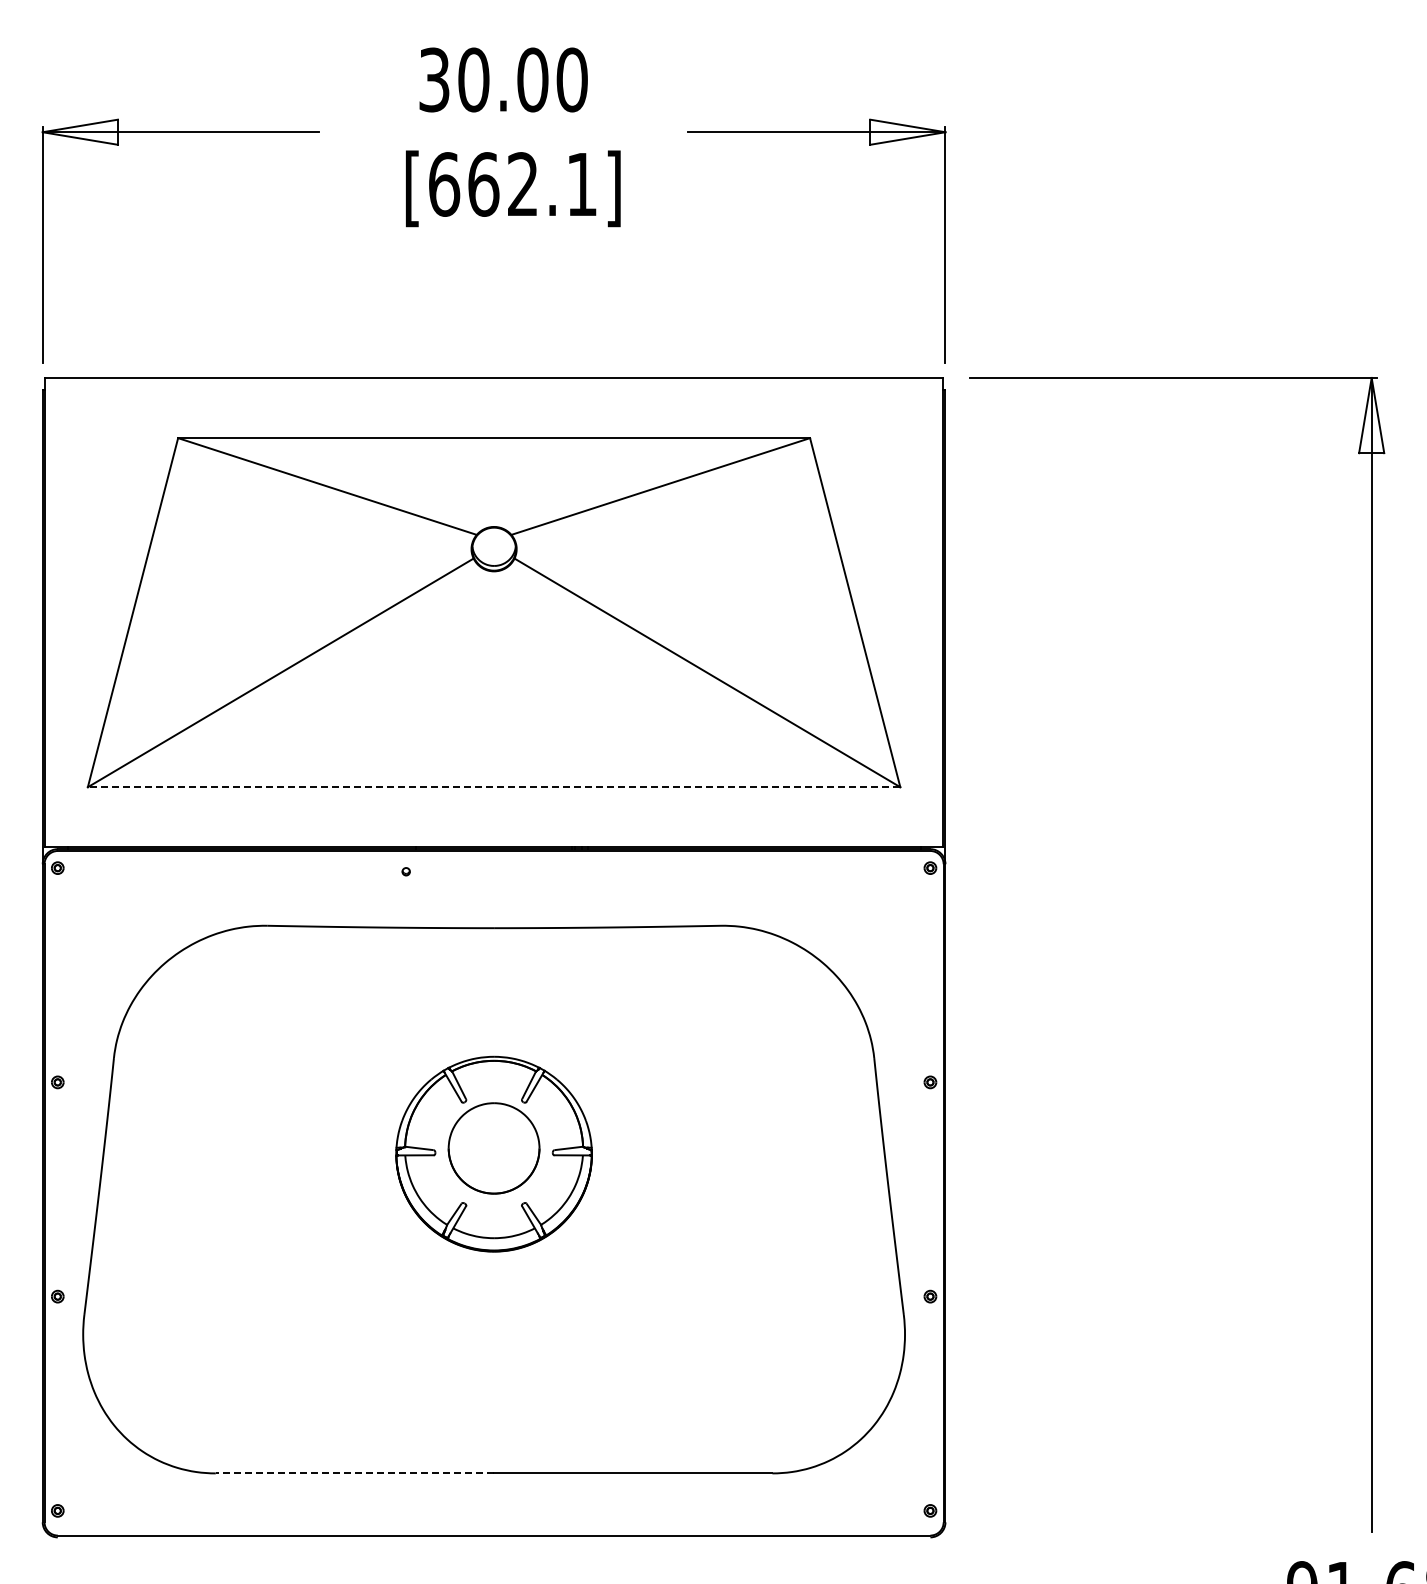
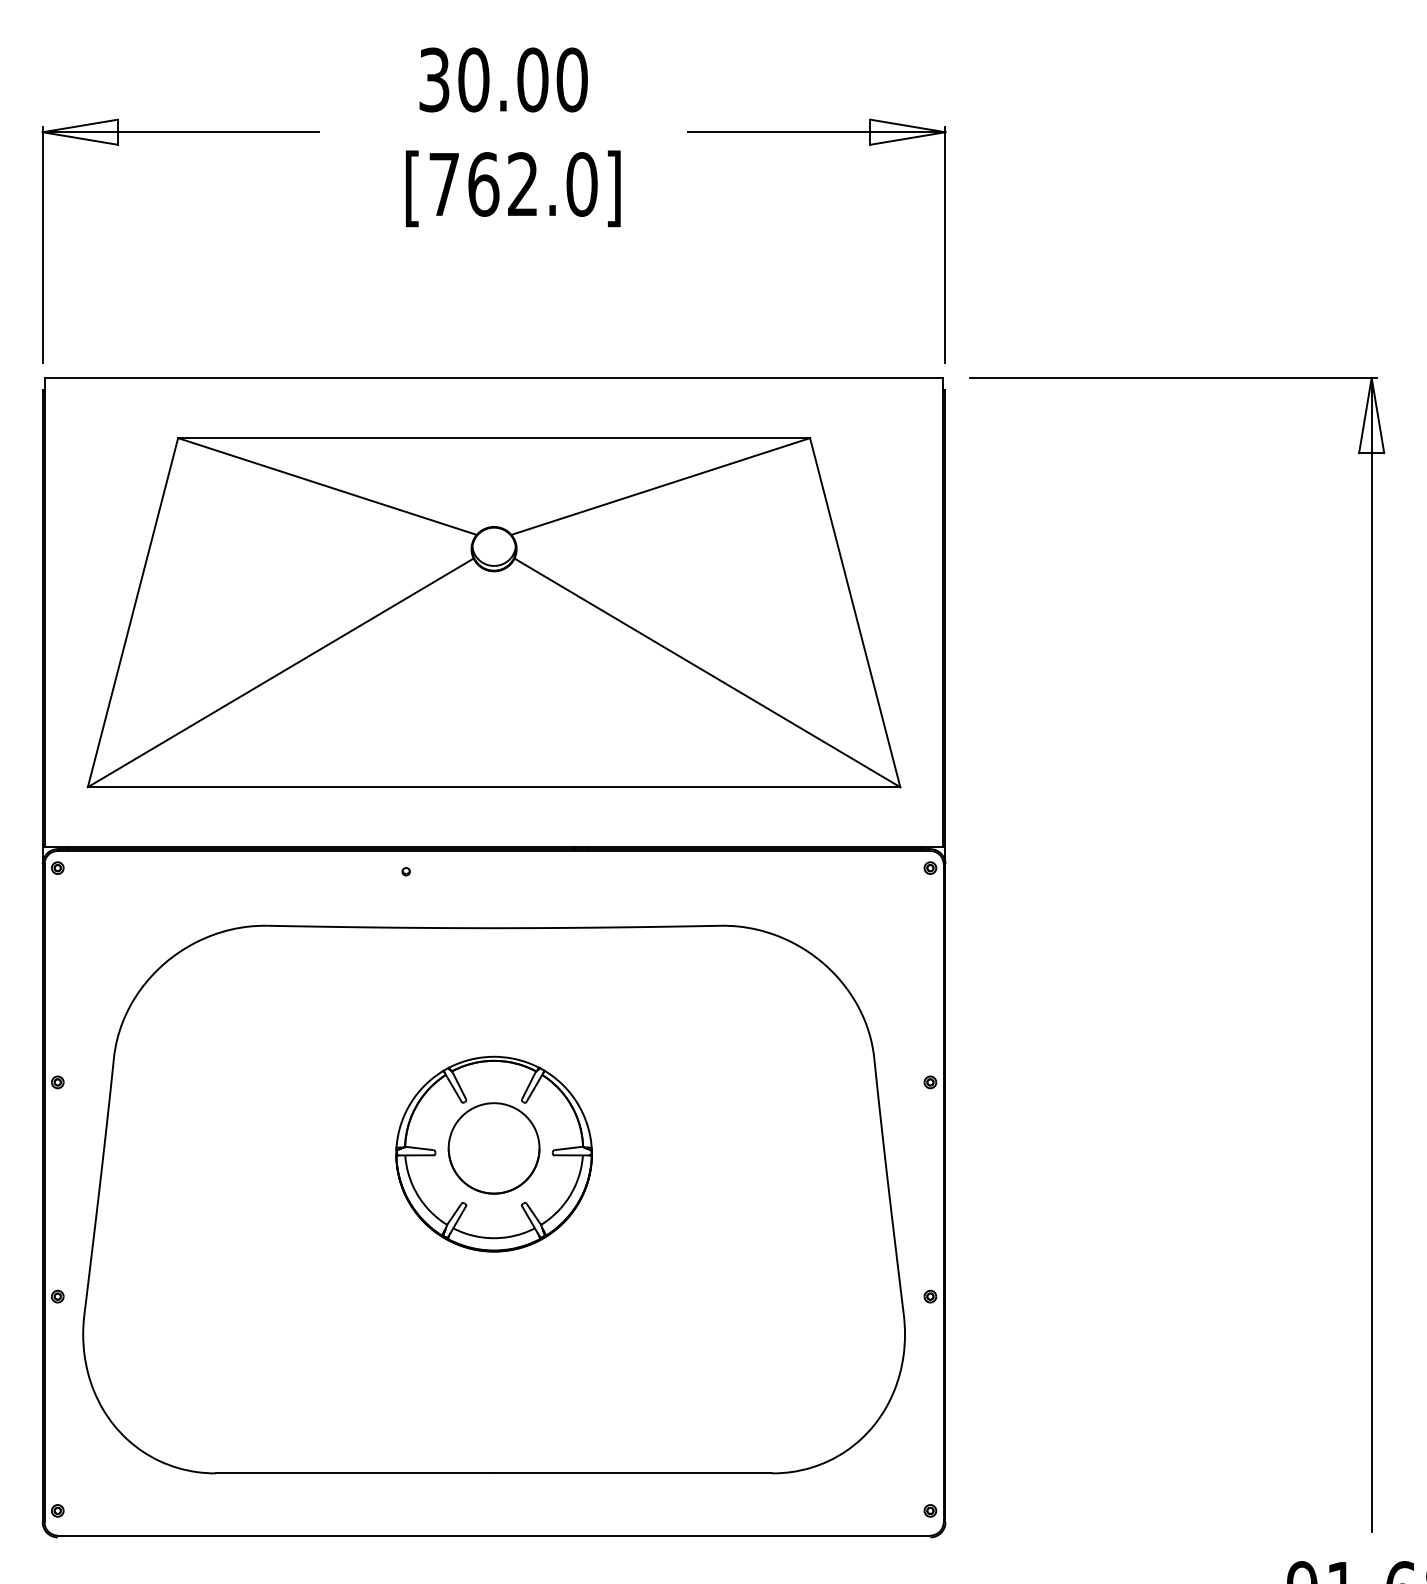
text at (513, 184): [662.1] -> [762.0]
line at (493, 787): dashed -> solid
line at (354, 1473): dashed -> solid
